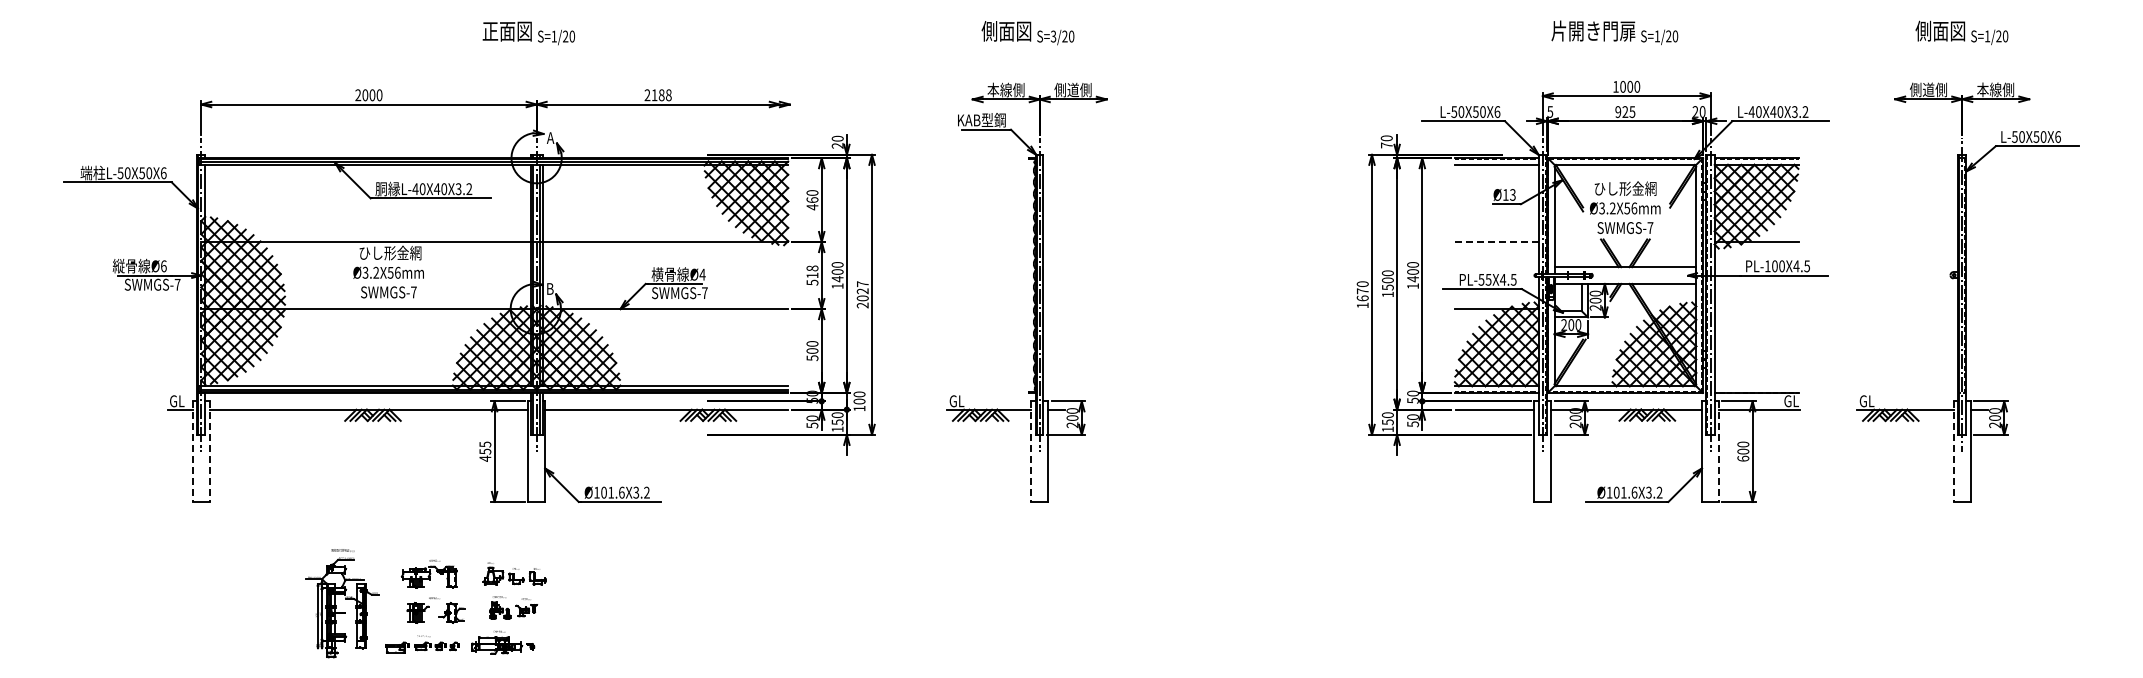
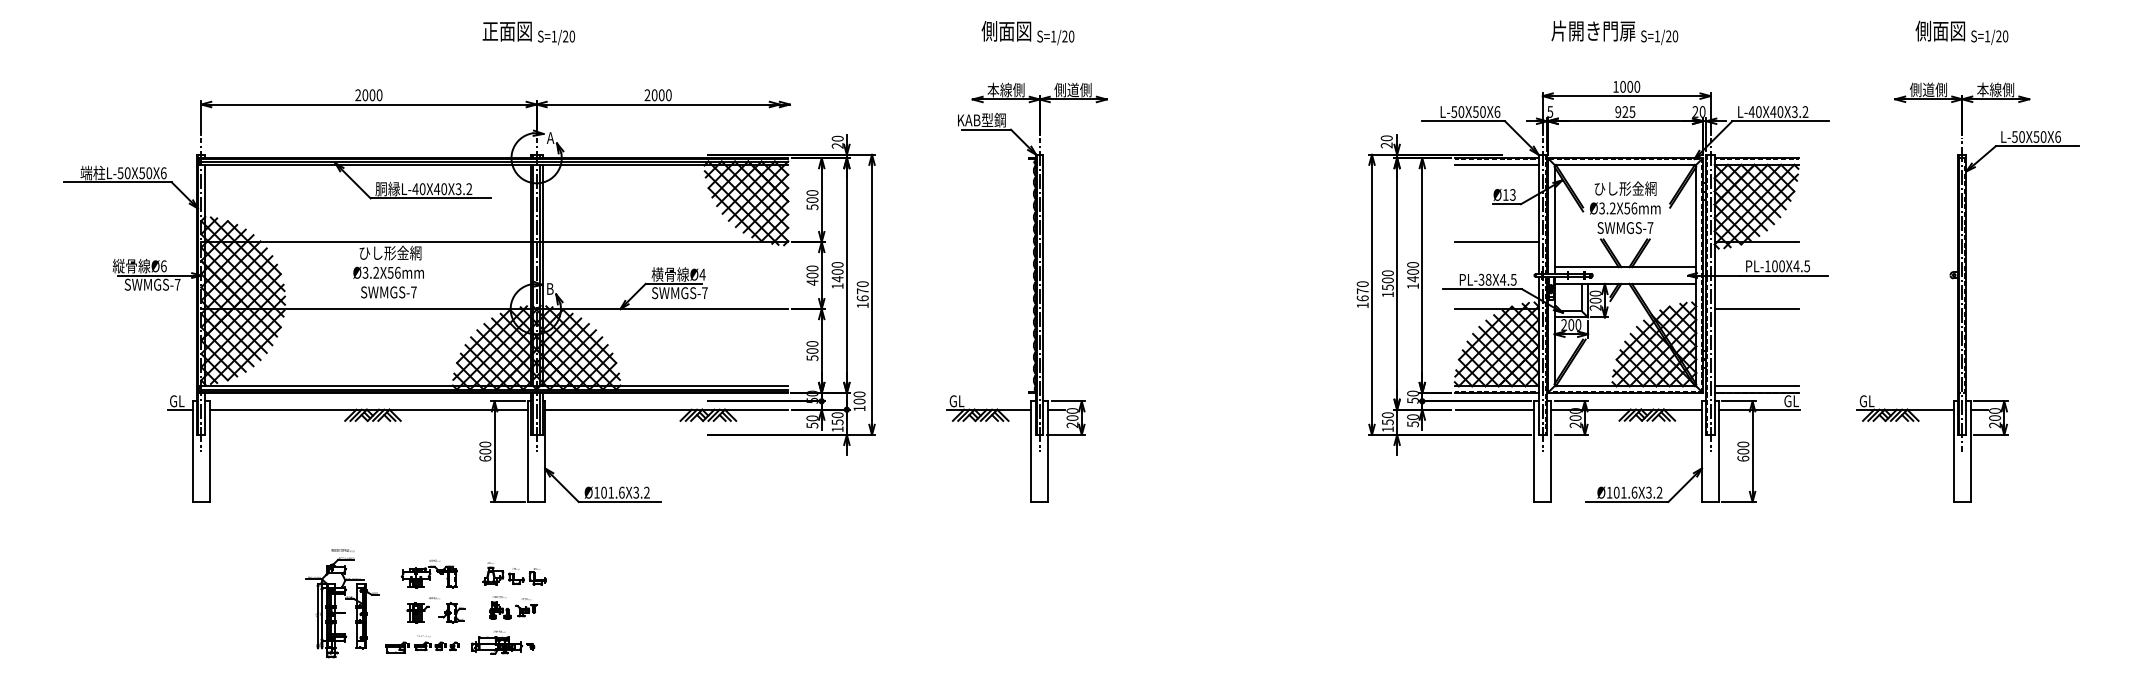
text at (1053, 36): S=3/20 -> S=1/20
text at (661, 95): 2188 -> 2000
text at (1386, 145): 70 -> 20
text at (812, 203): 460 -> 500
line at (1496, 242): dashed -> solid
text at (812, 275): 518 -> 400
text at (1485, 279): PL-55X4.5 -> PL-38X4.5
text at (862, 294): 2027 -> 1670
line at (1756, 309): none -> present
line at (1756, 386): none -> present
text at (485, 451): 455 -> 600
line at (192, 452): dashed -> solid
line at (209, 452): dashed -> solid
line at (1031, 452): dashed -> solid
line at (1719, 452): dashed -> solid
line at (1953, 452): dashed -> solid
